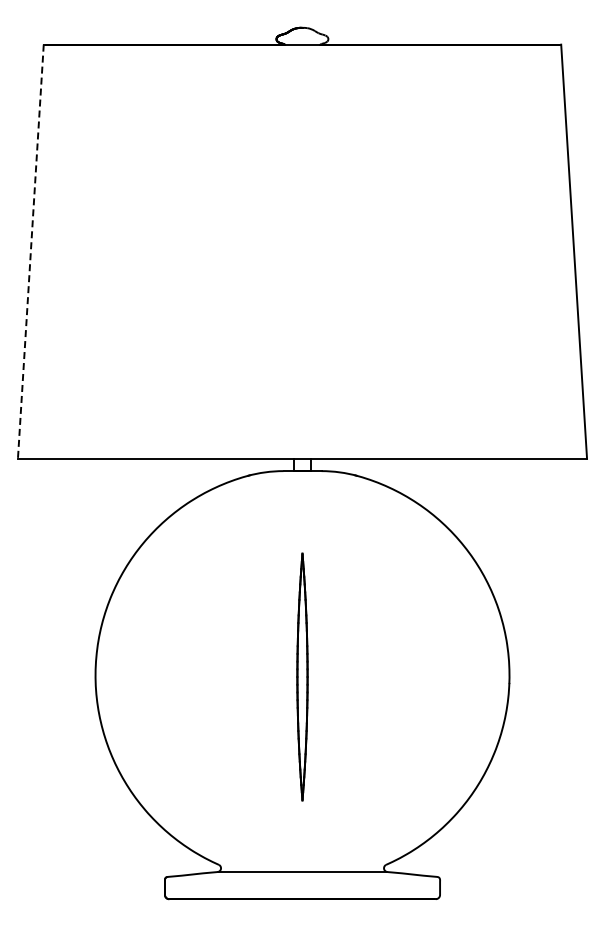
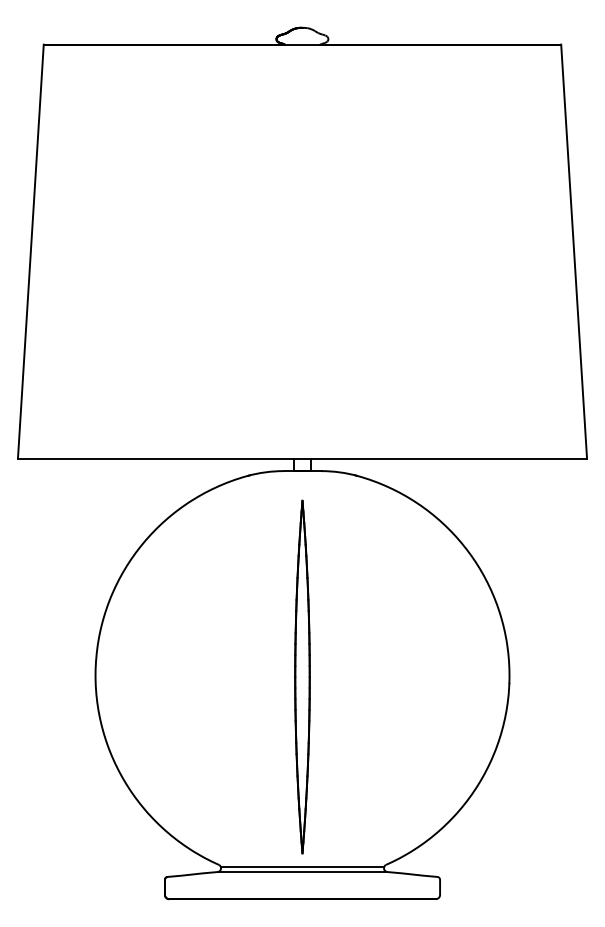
line at (30, 252): dashed -> solid
part at (302, 676) size: 13x250 px -> 17x356 px
line at (302, 867): none -> present
